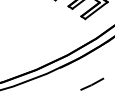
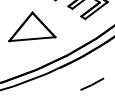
part at (32, 26): none -> present
